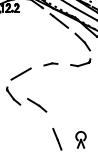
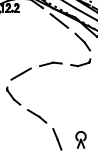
part at (50, 64) size: 16x5 px -> 24x7 px
line at (37, 105) position: (37, 105) -> (37, 116)
